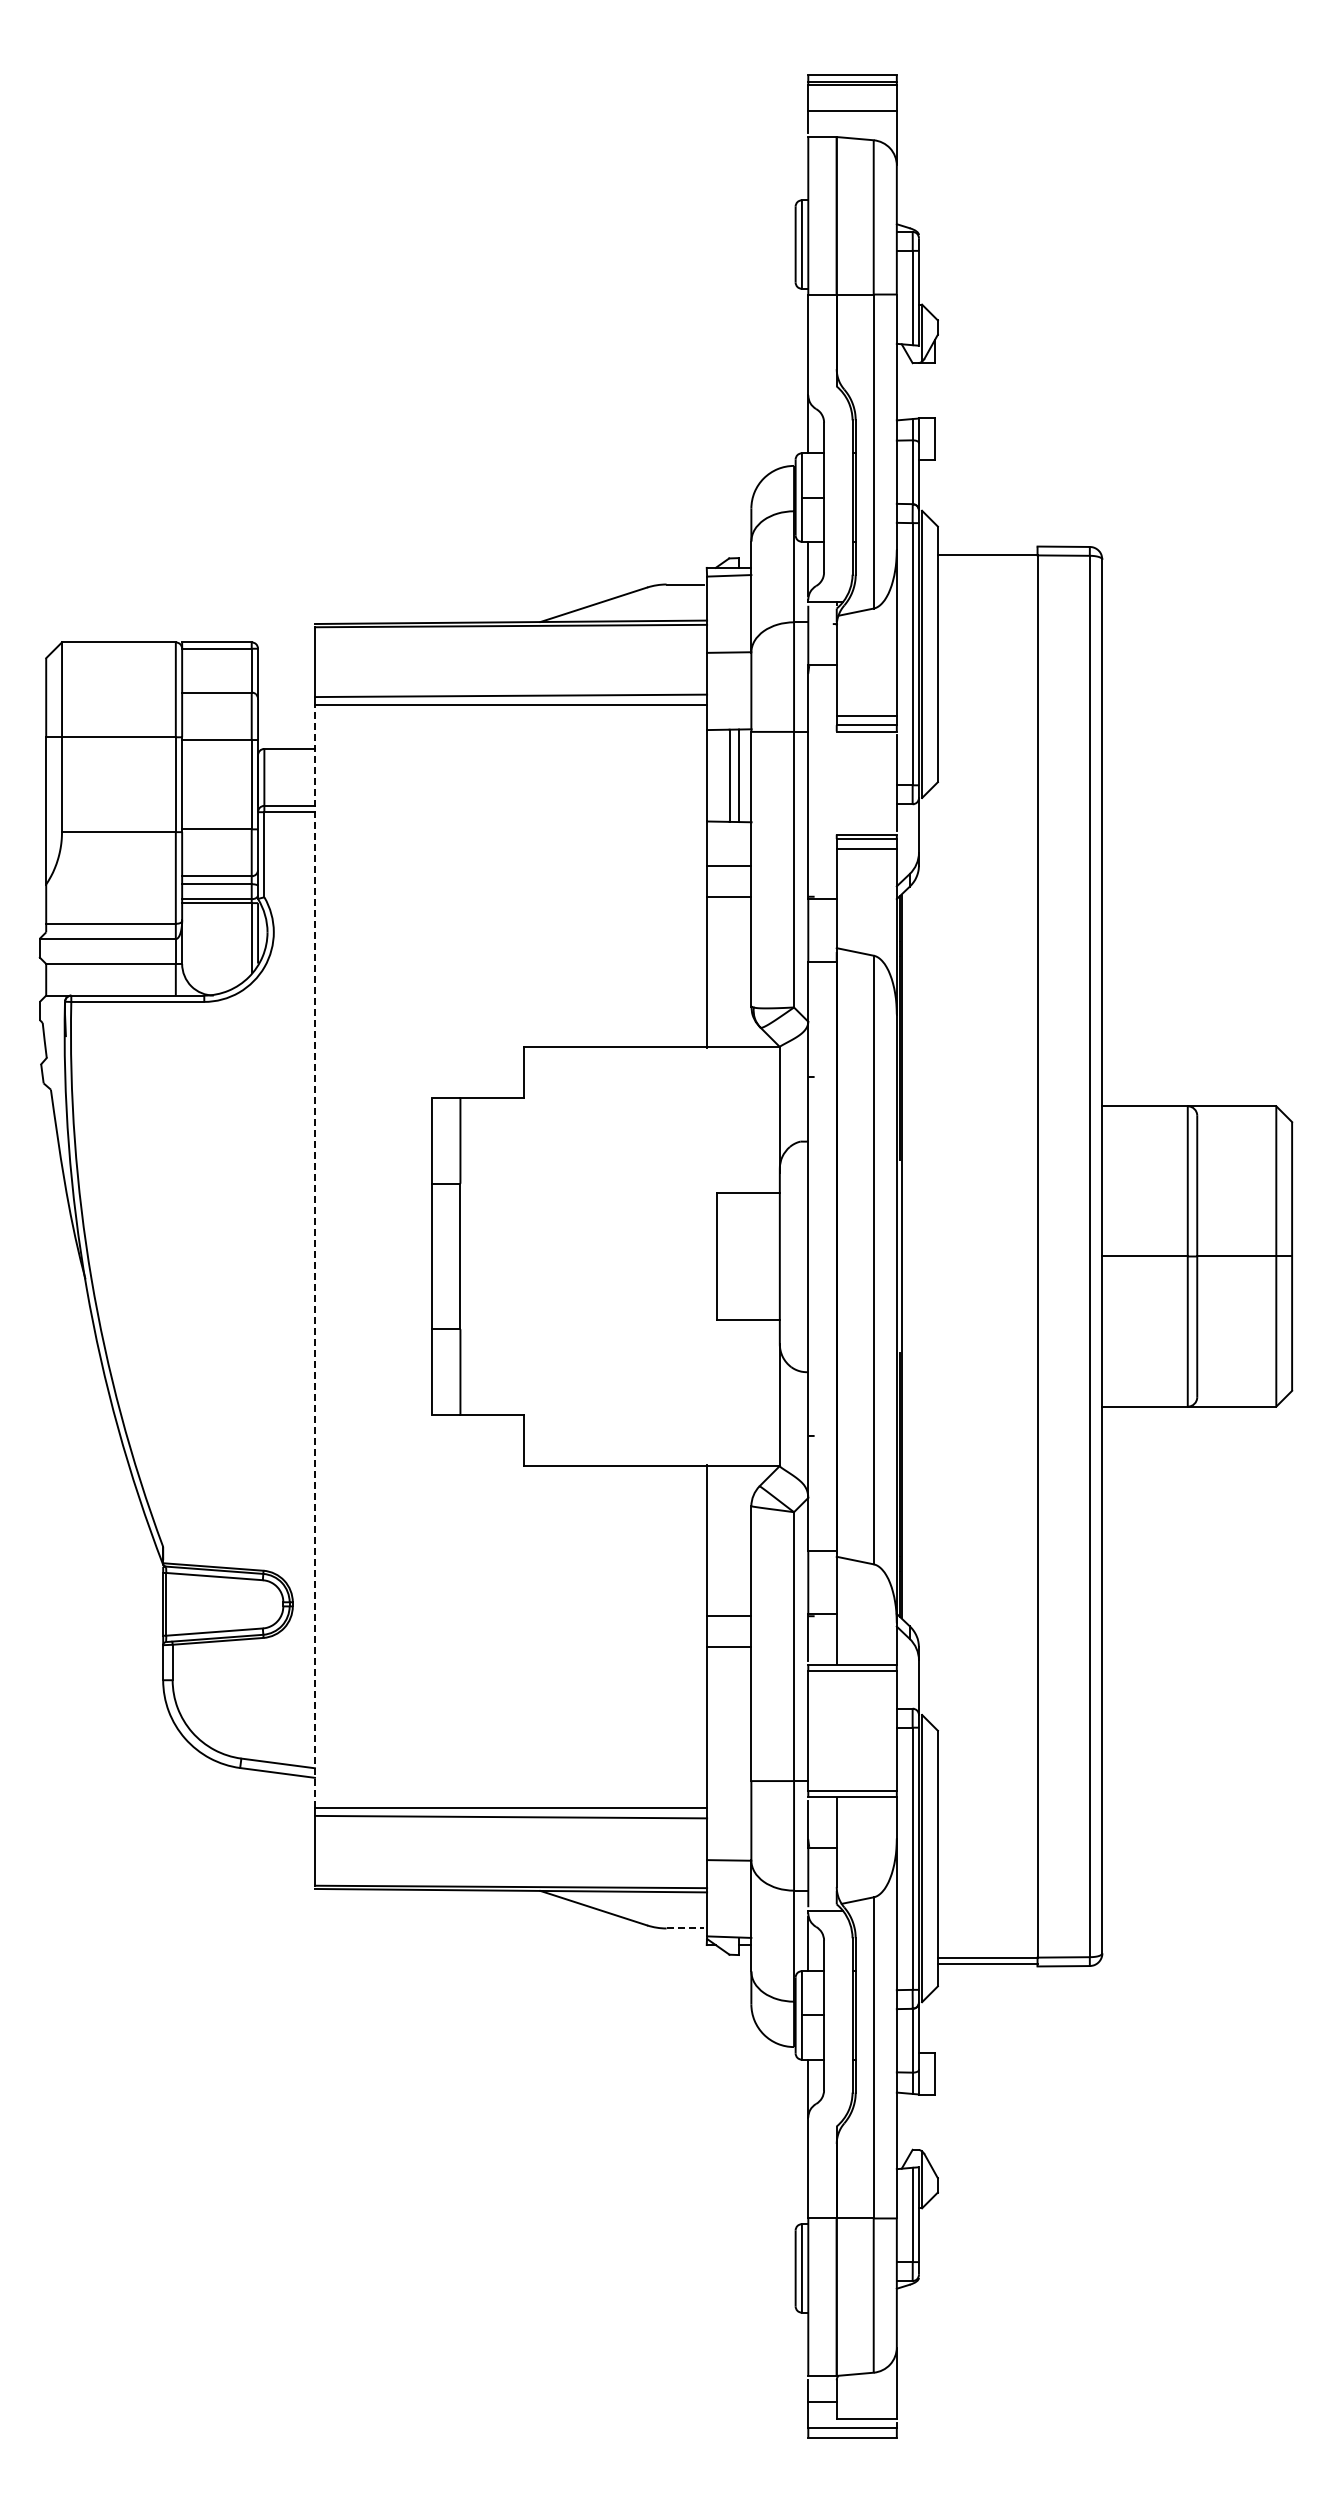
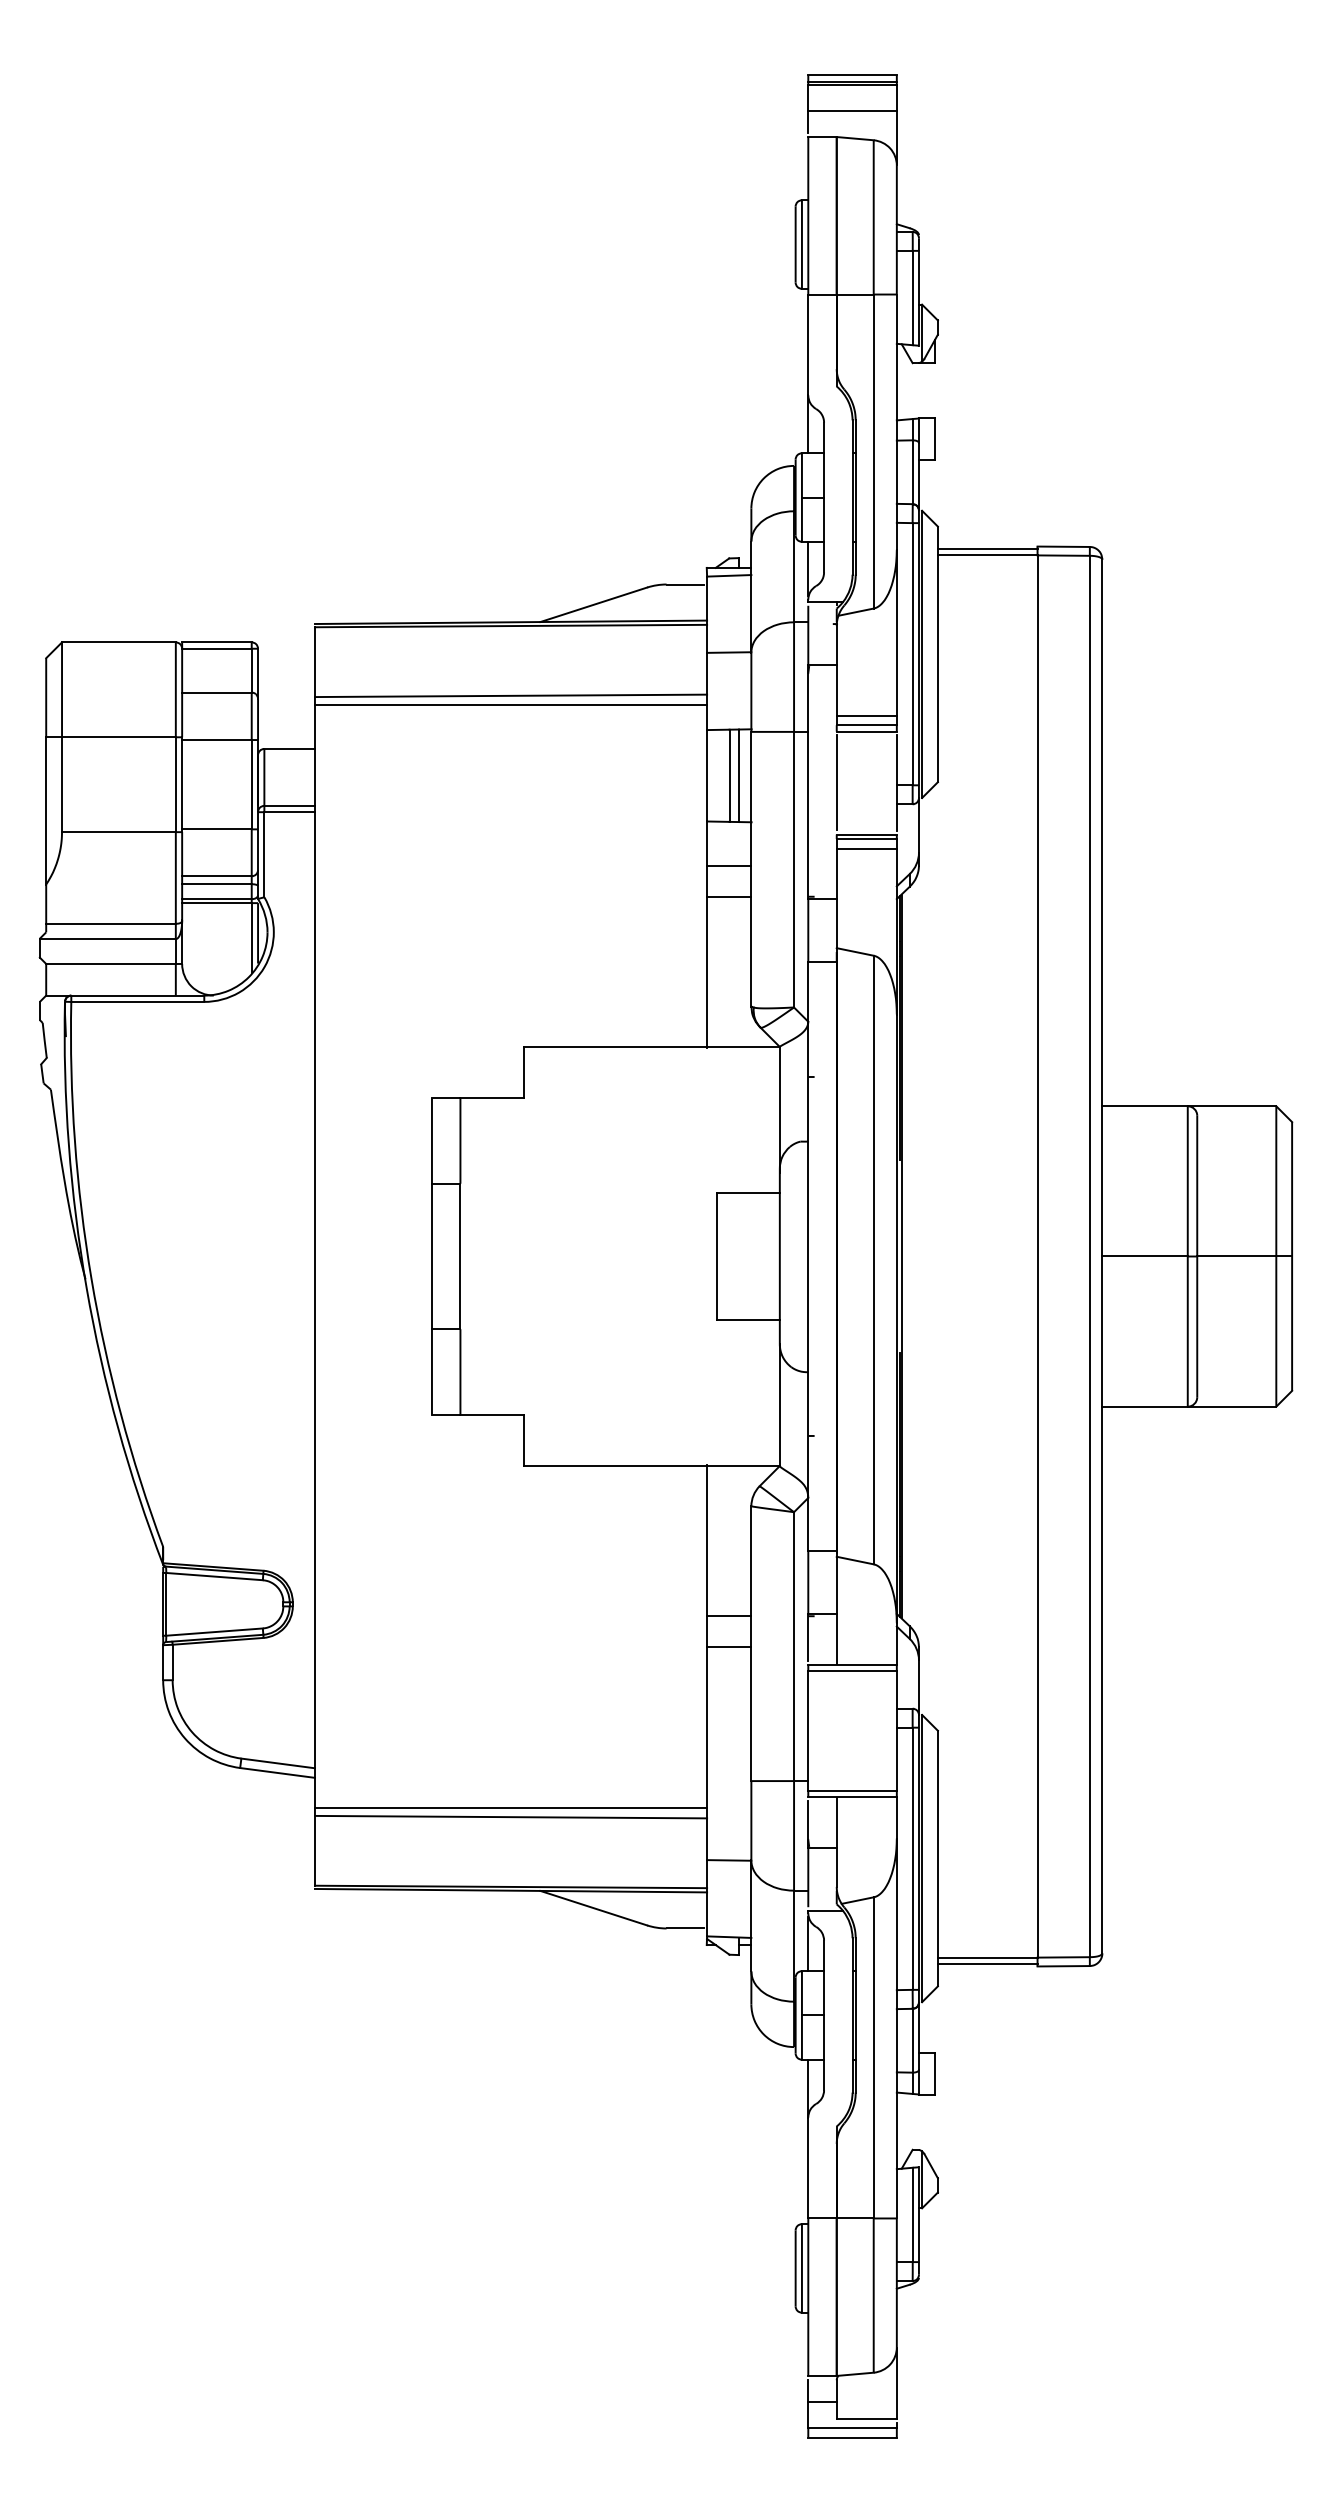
line at (987, 549): none -> present
line at (836, 782): none -> present
line at (314, 1256): dashed -> solid
line at (685, 1928): dashed -> solid
